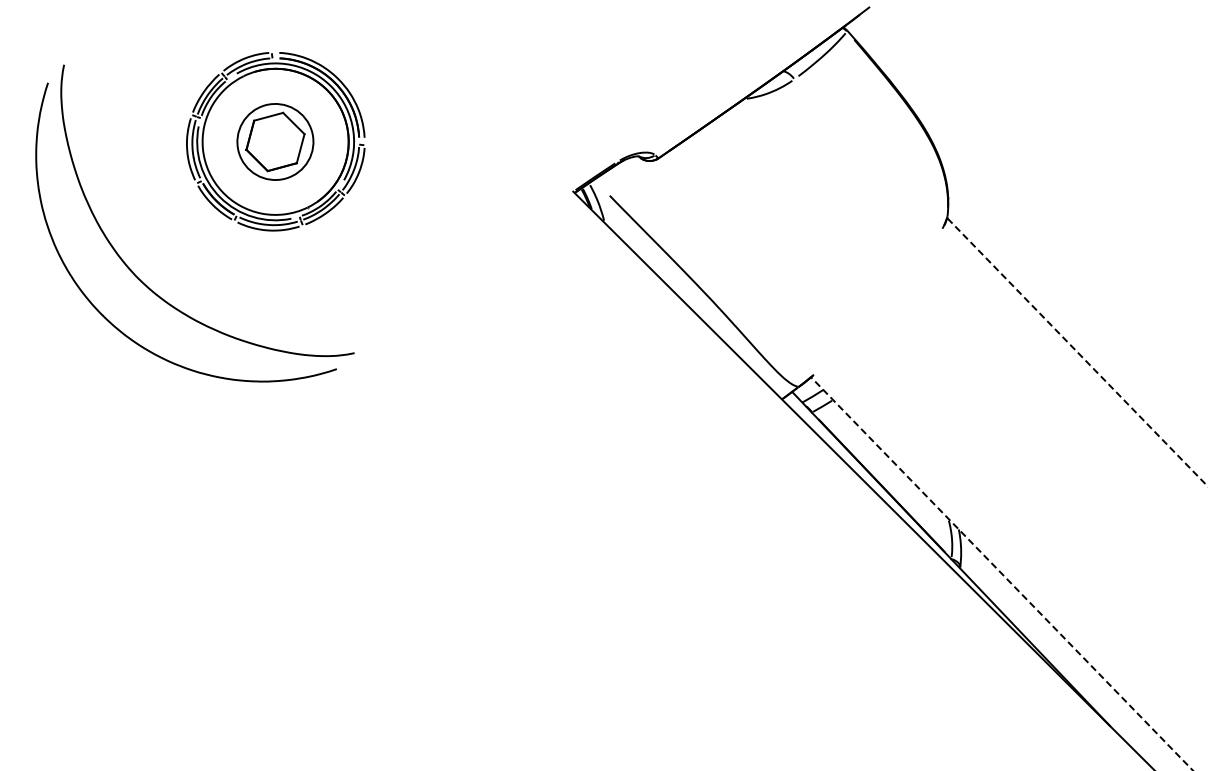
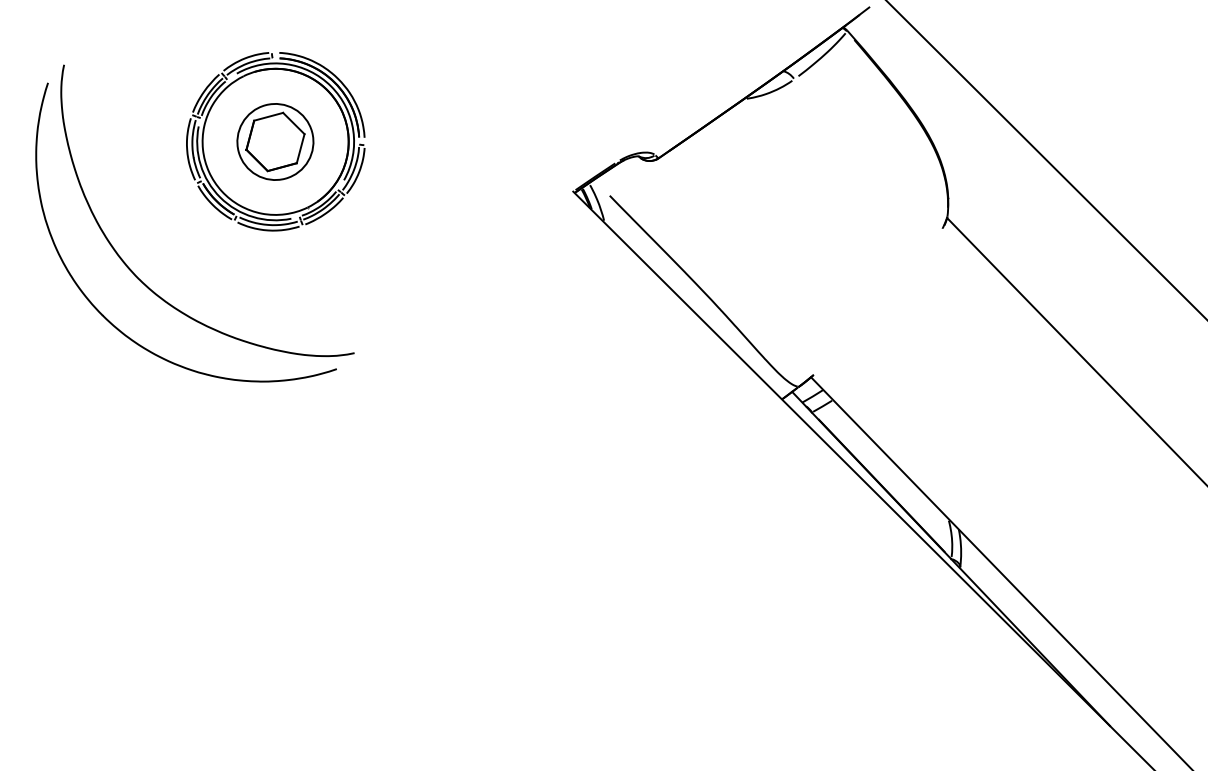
line at (1046, 159): none -> present
line at (1077, 352): dashed -> solid
line at (1001, 573): dashed -> solid
